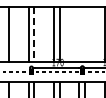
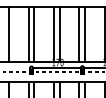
line at (79, 33): none -> present
line at (85, 33): none -> present
line at (34, 34): dashed -> solid
